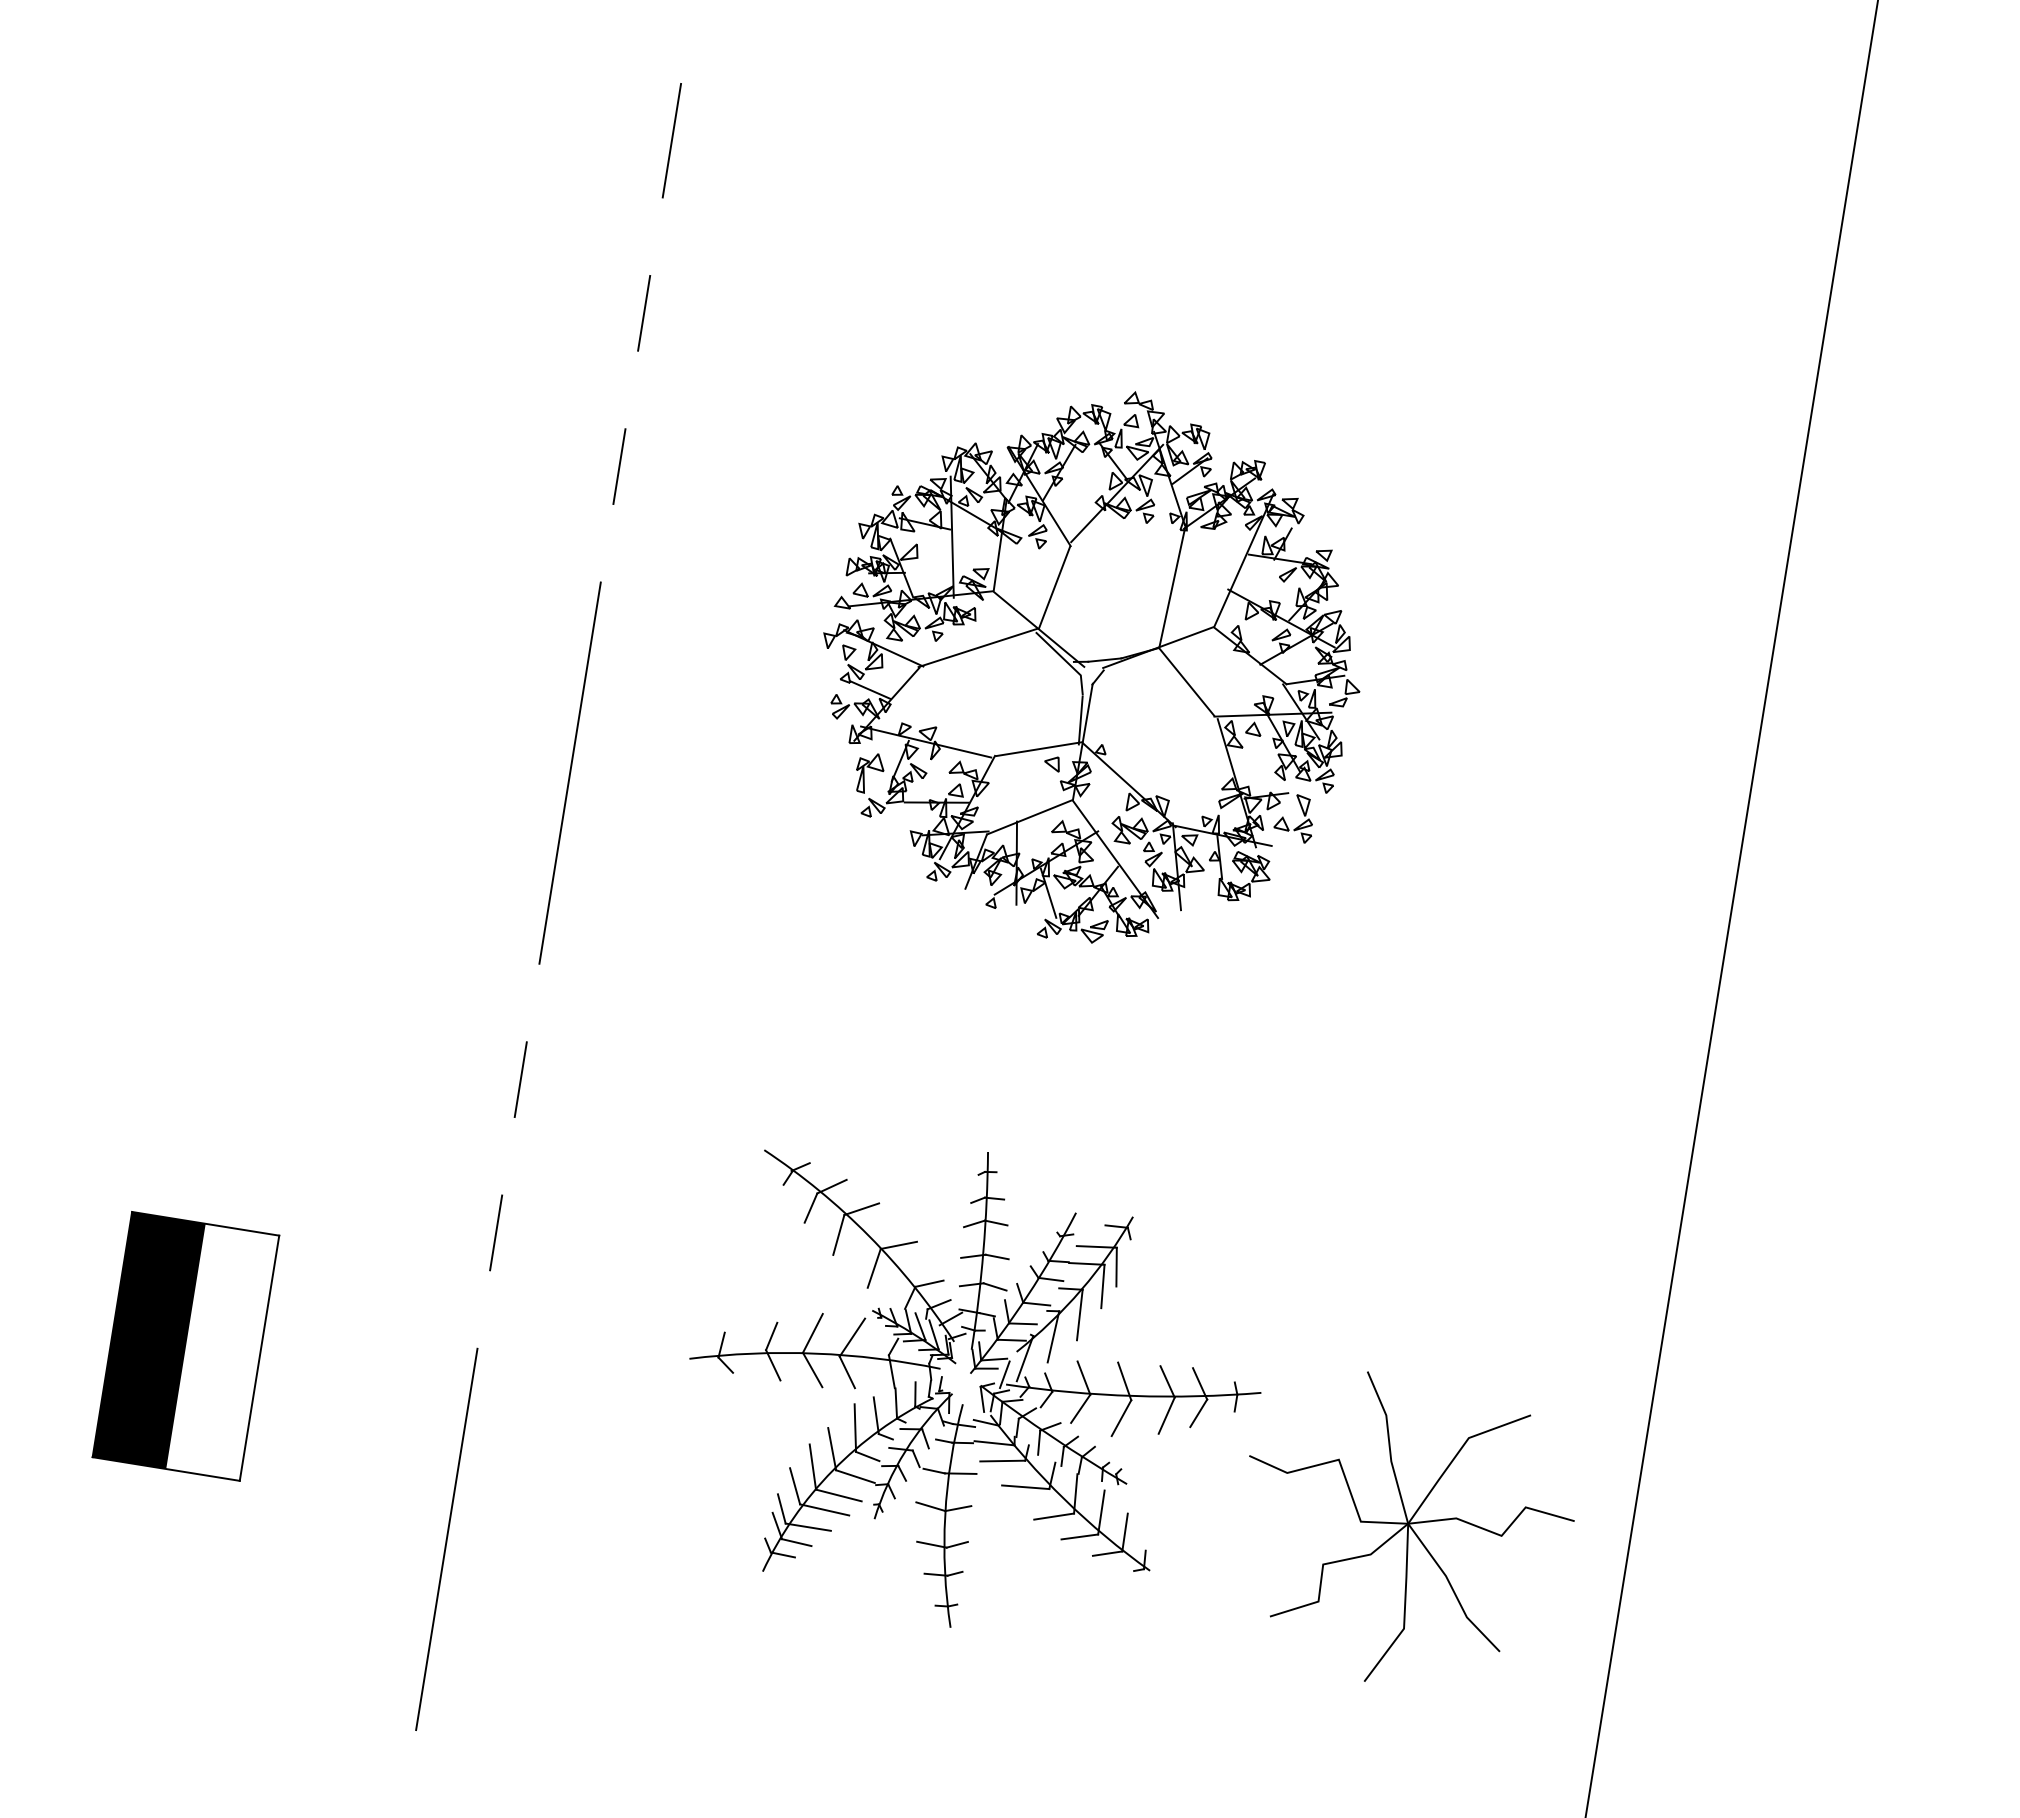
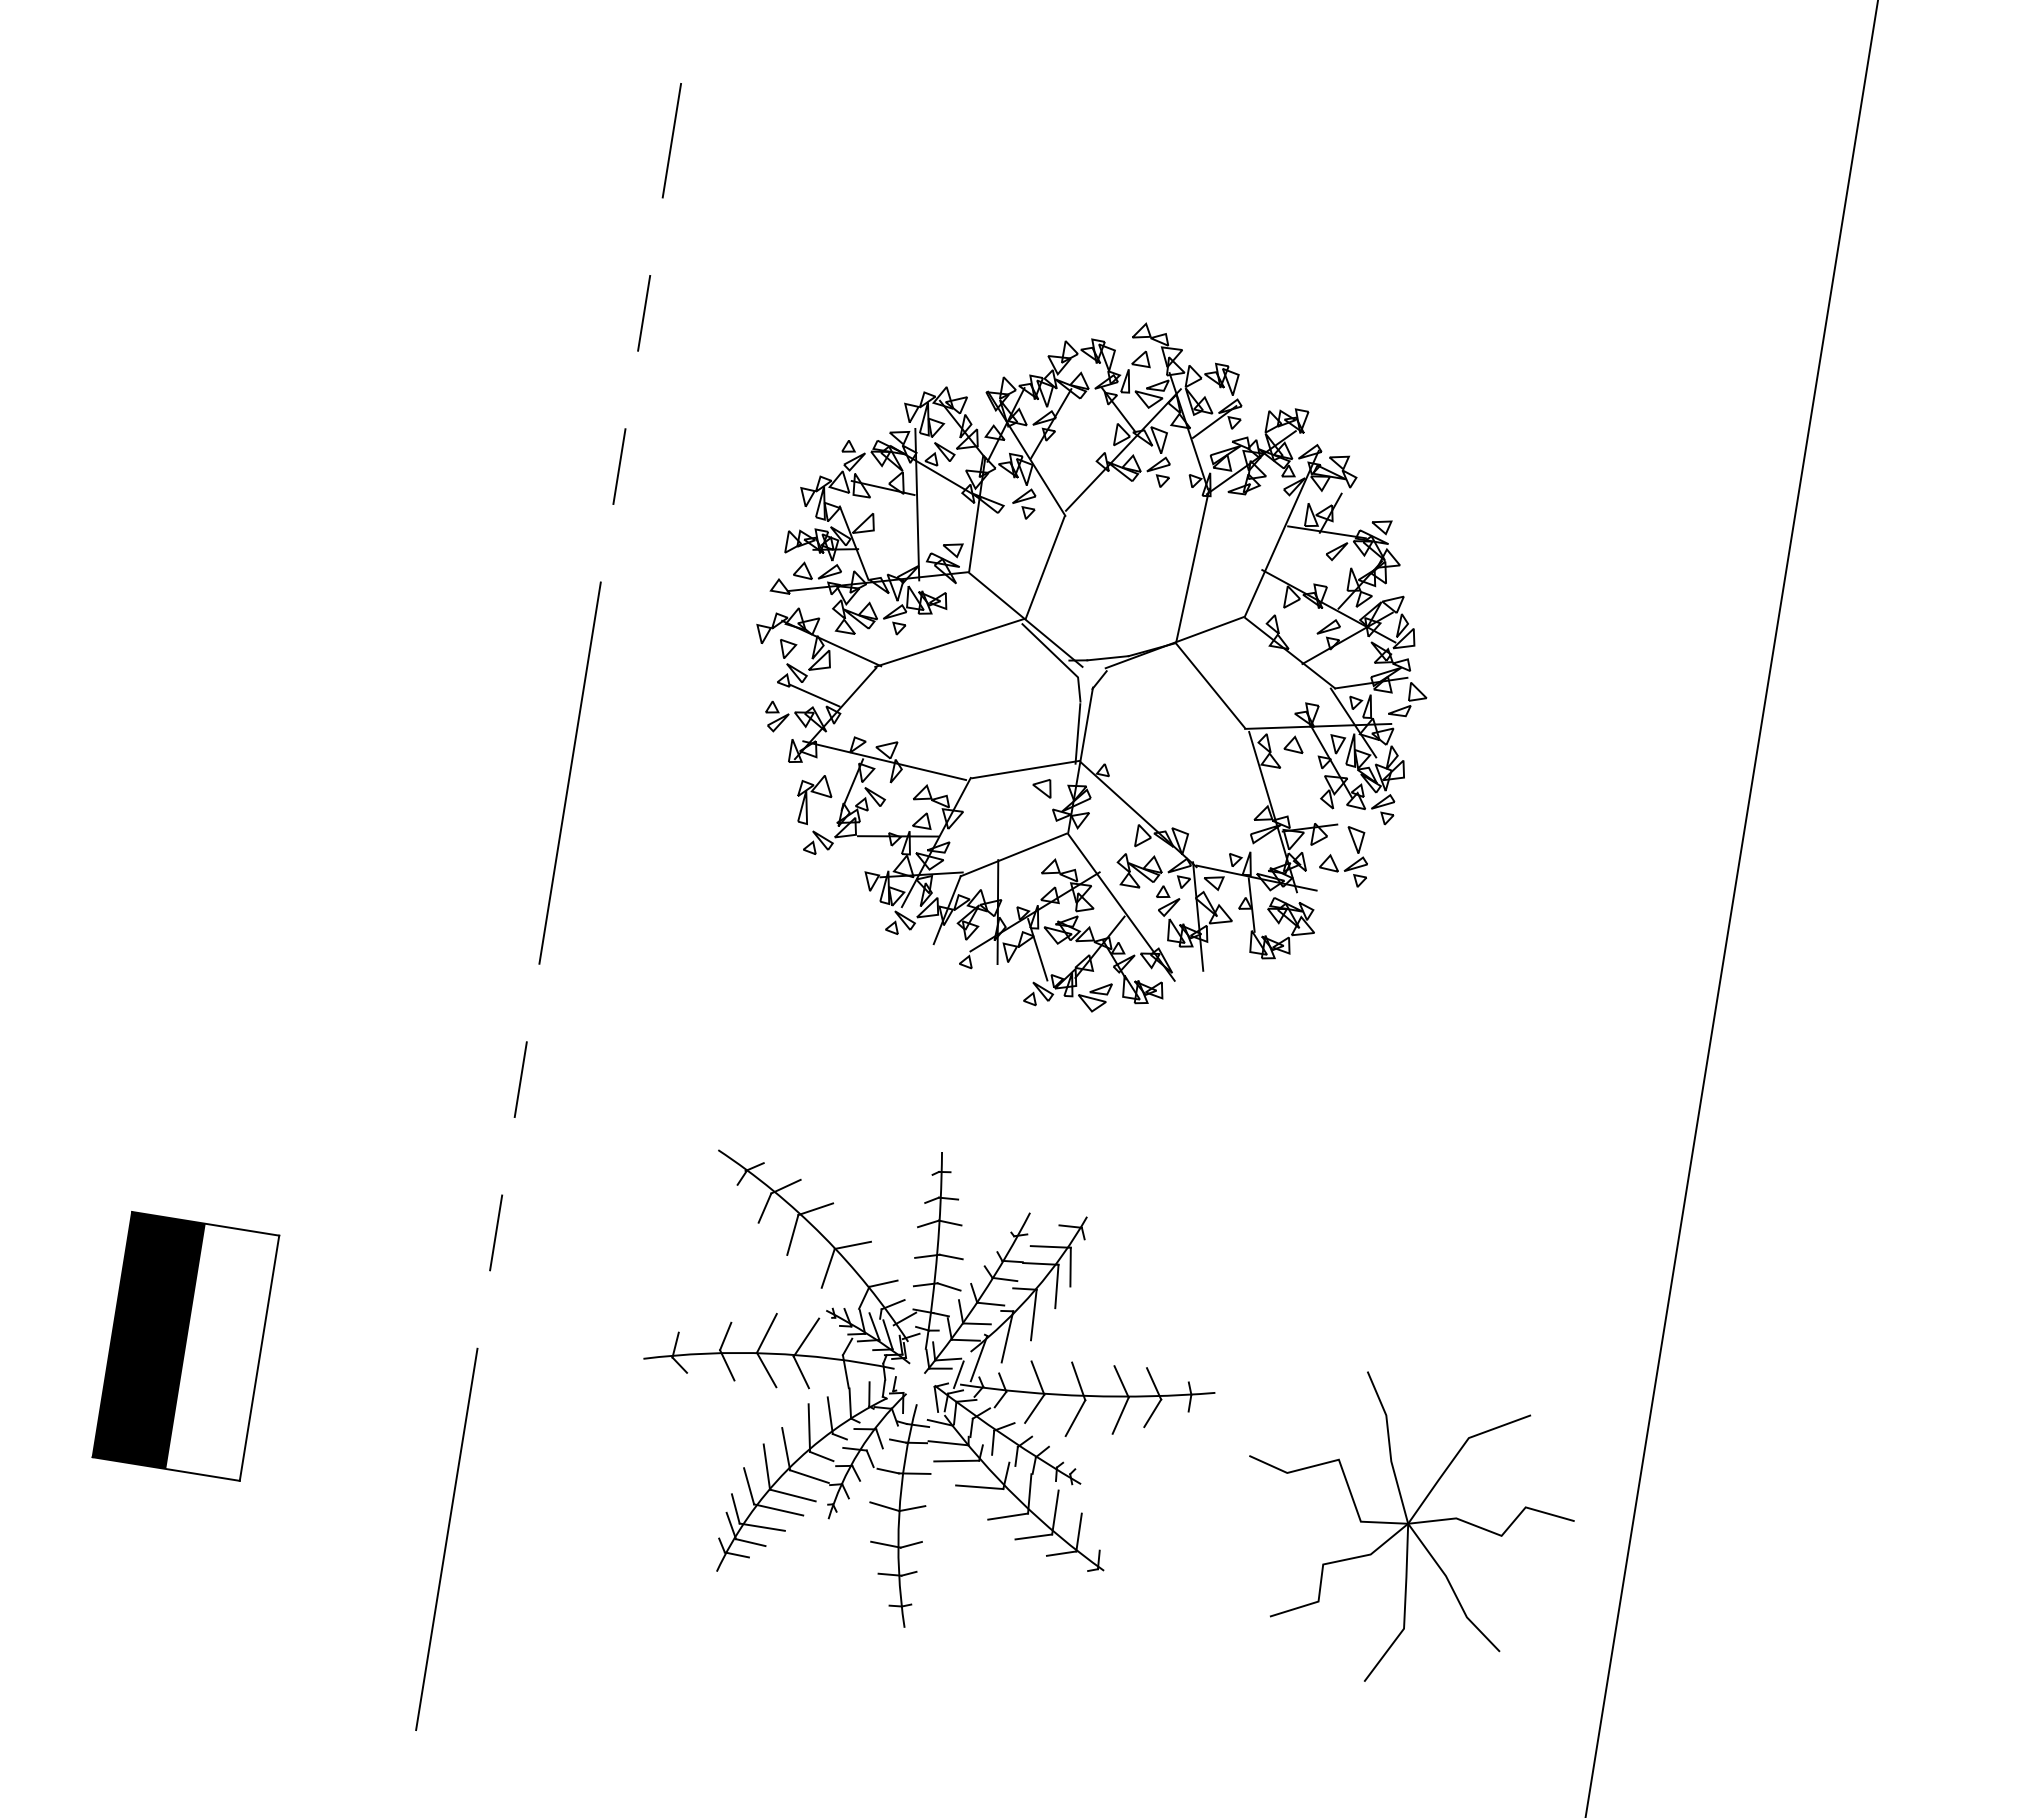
part at (1091, 667) size: 538x553 px -> 672x691 px
part at (975, 1388) position: (975, 1388) -> (929, 1388)
